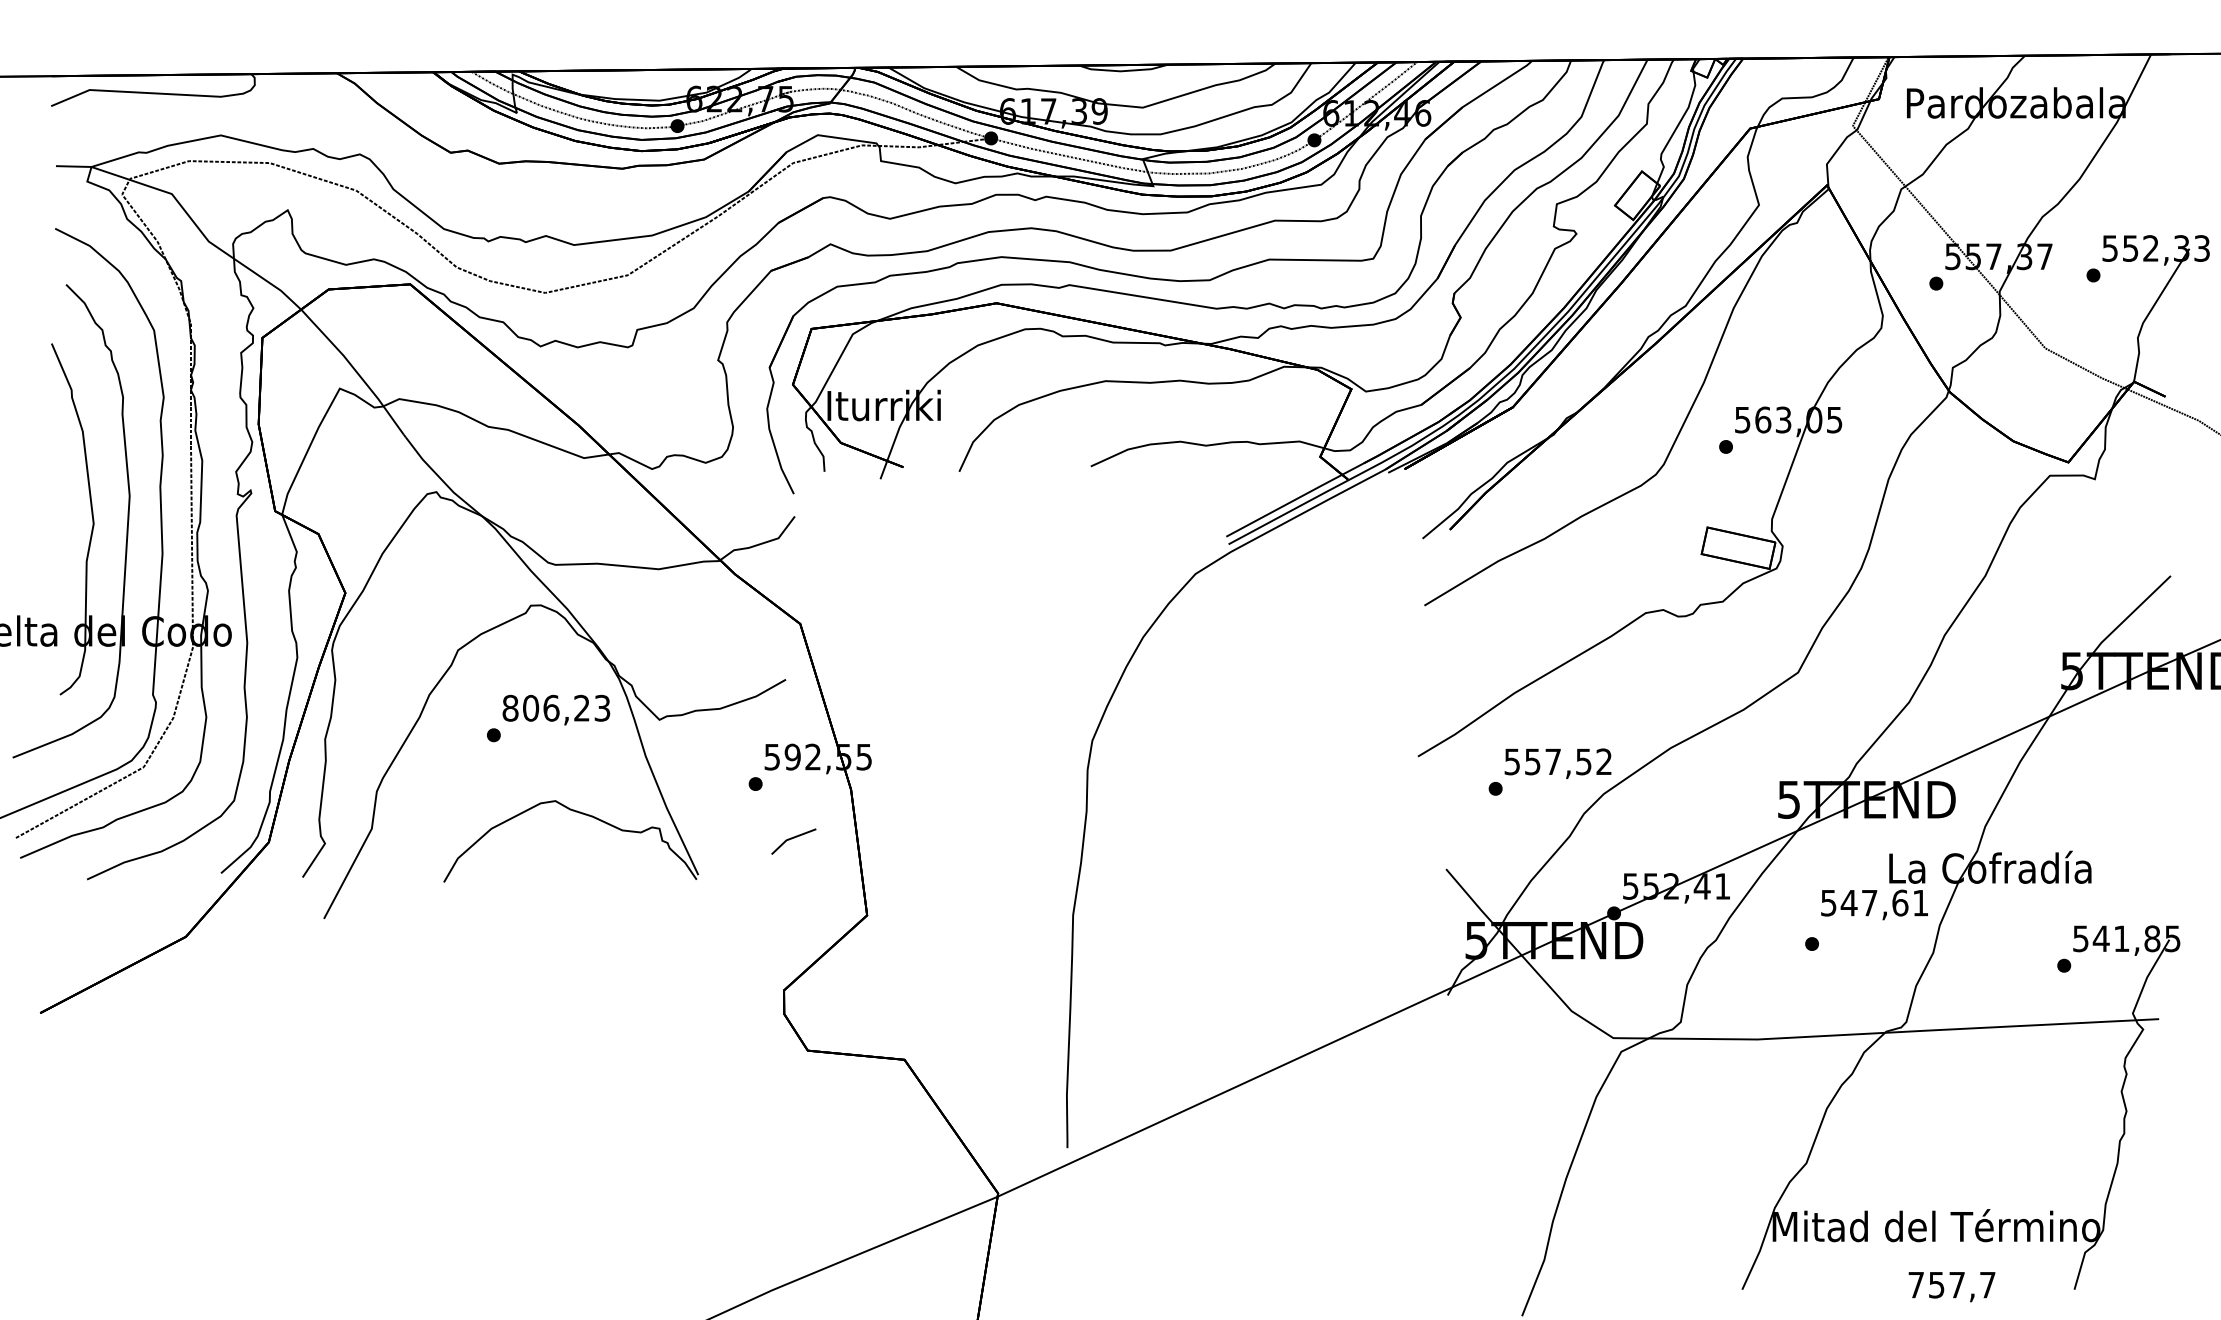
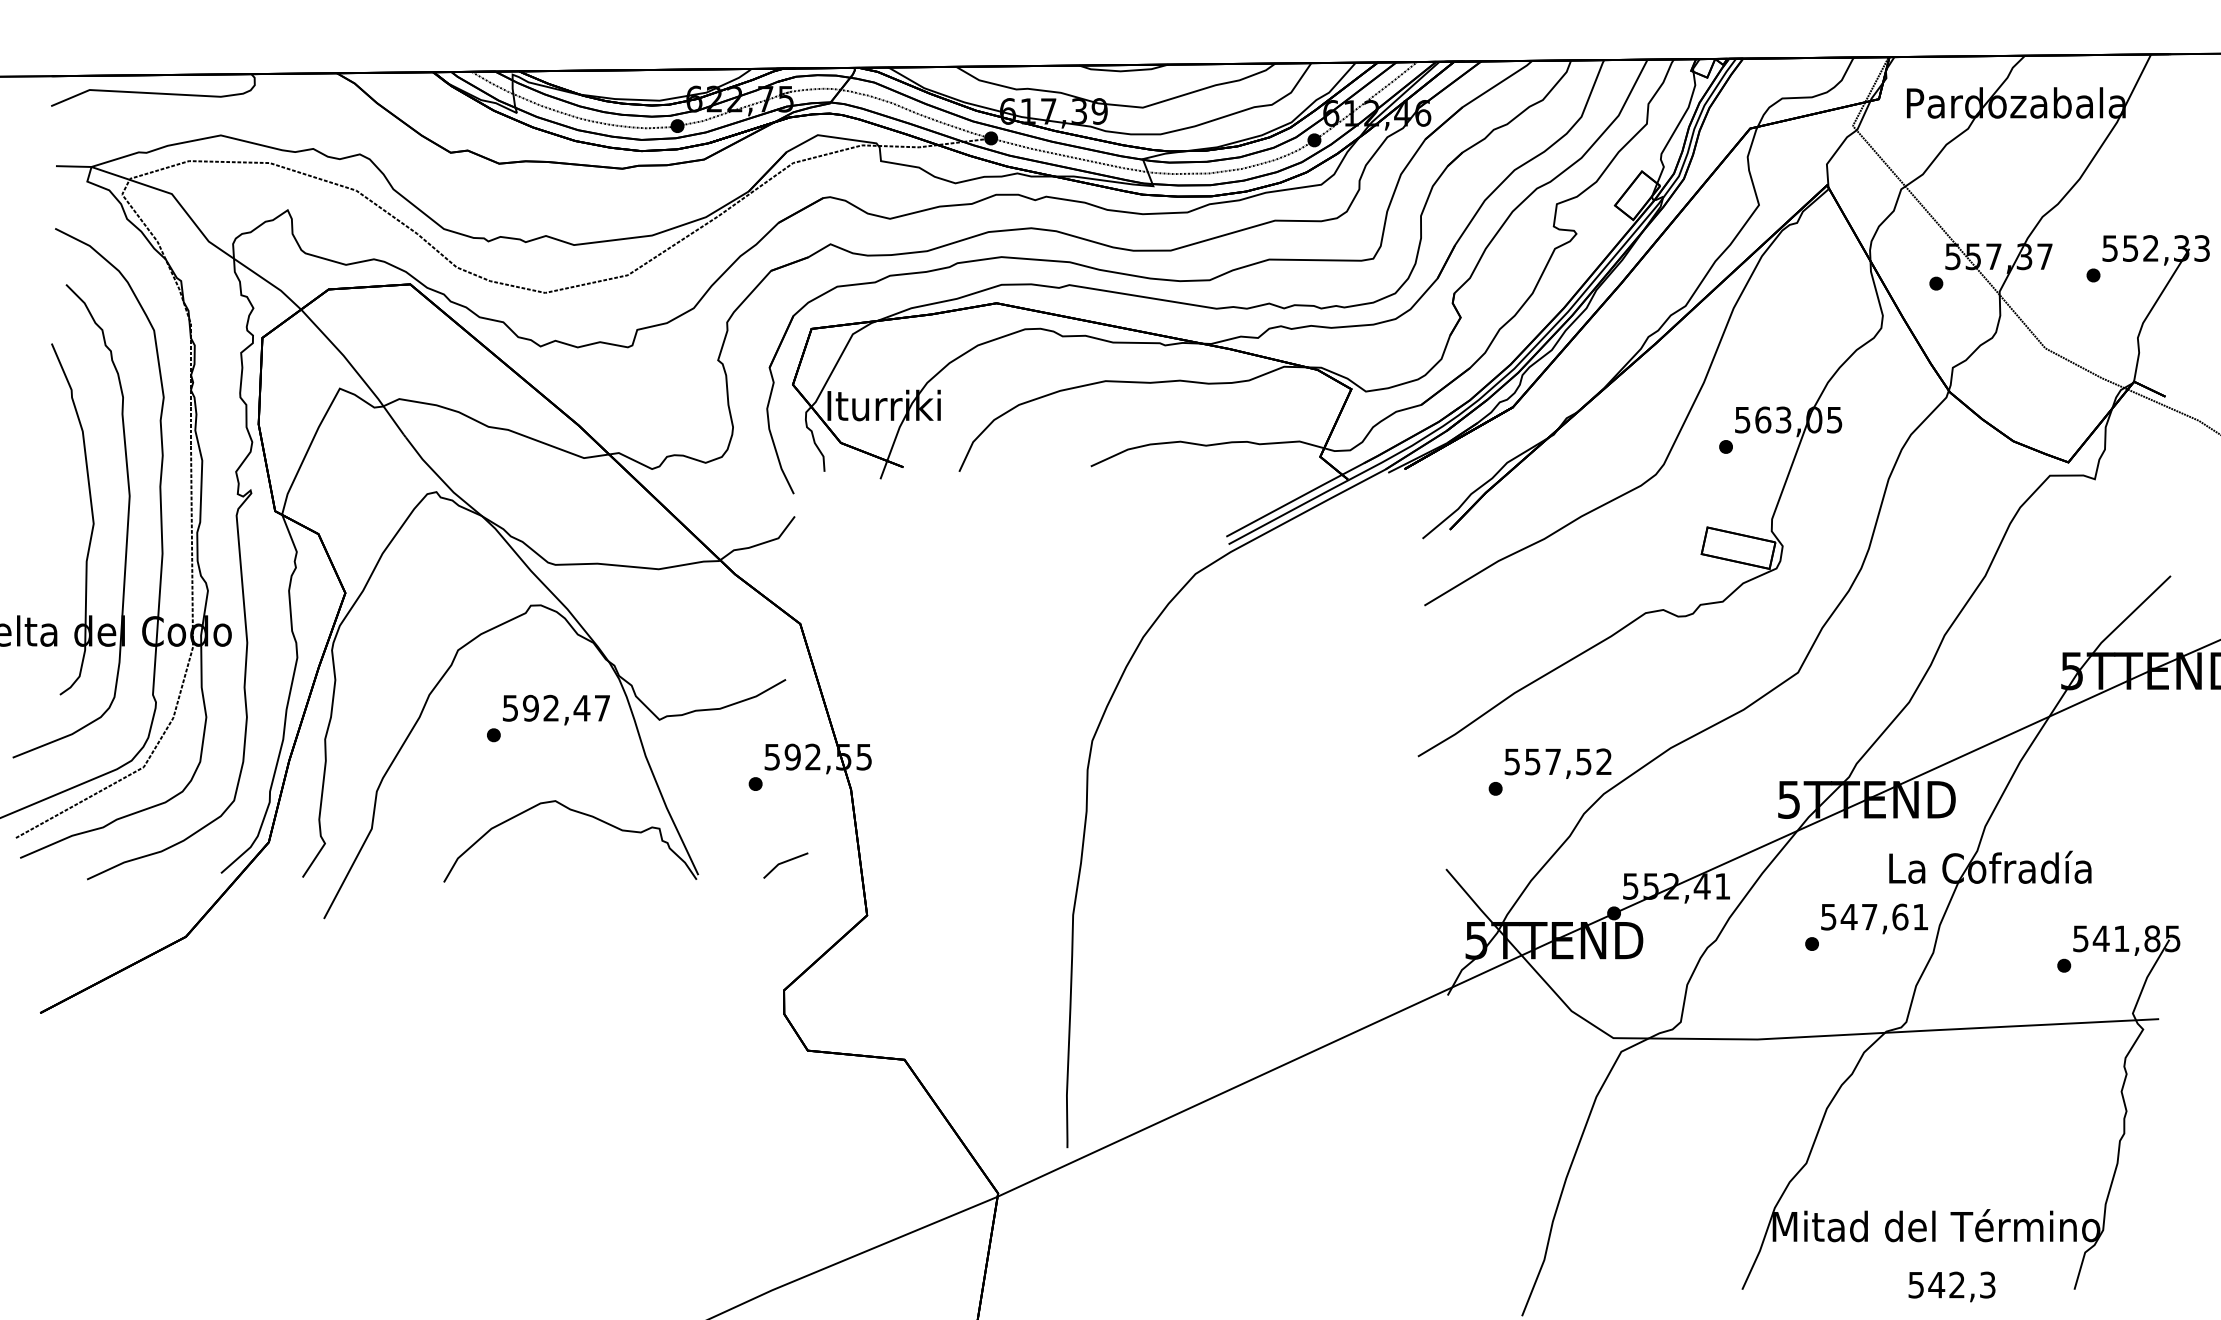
text at (556, 707): 806,23 -> 592,47
line at (792, 839) position: (792, 839) -> (784, 863)
text at (1874, 904) position: (1874, 904) -> (1874, 918)
text at (1951, 1284): 757,7 -> 542,3
